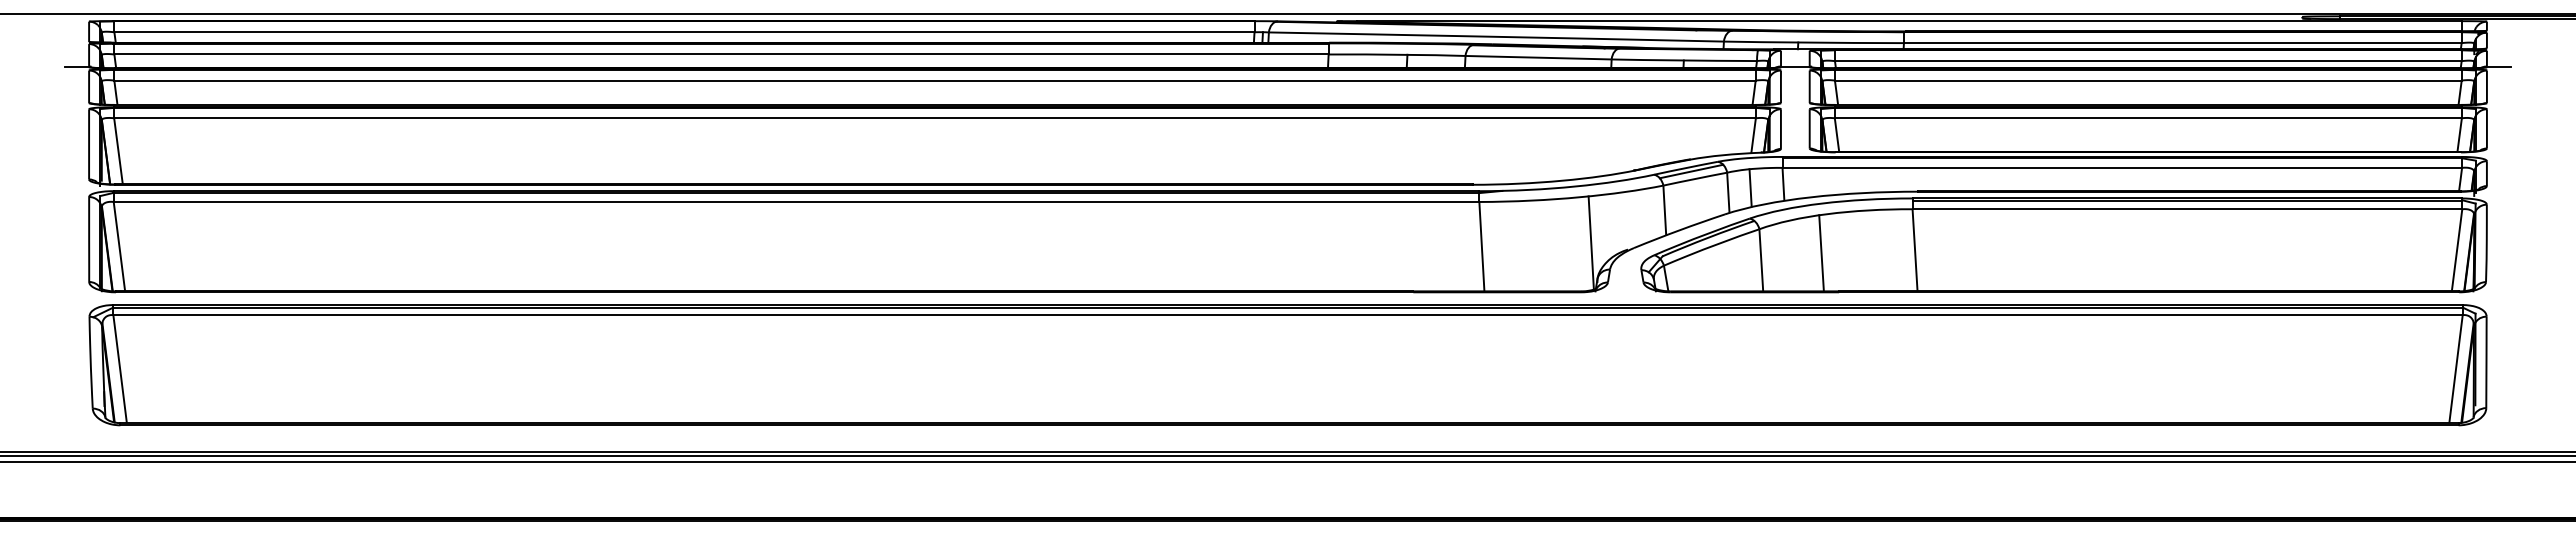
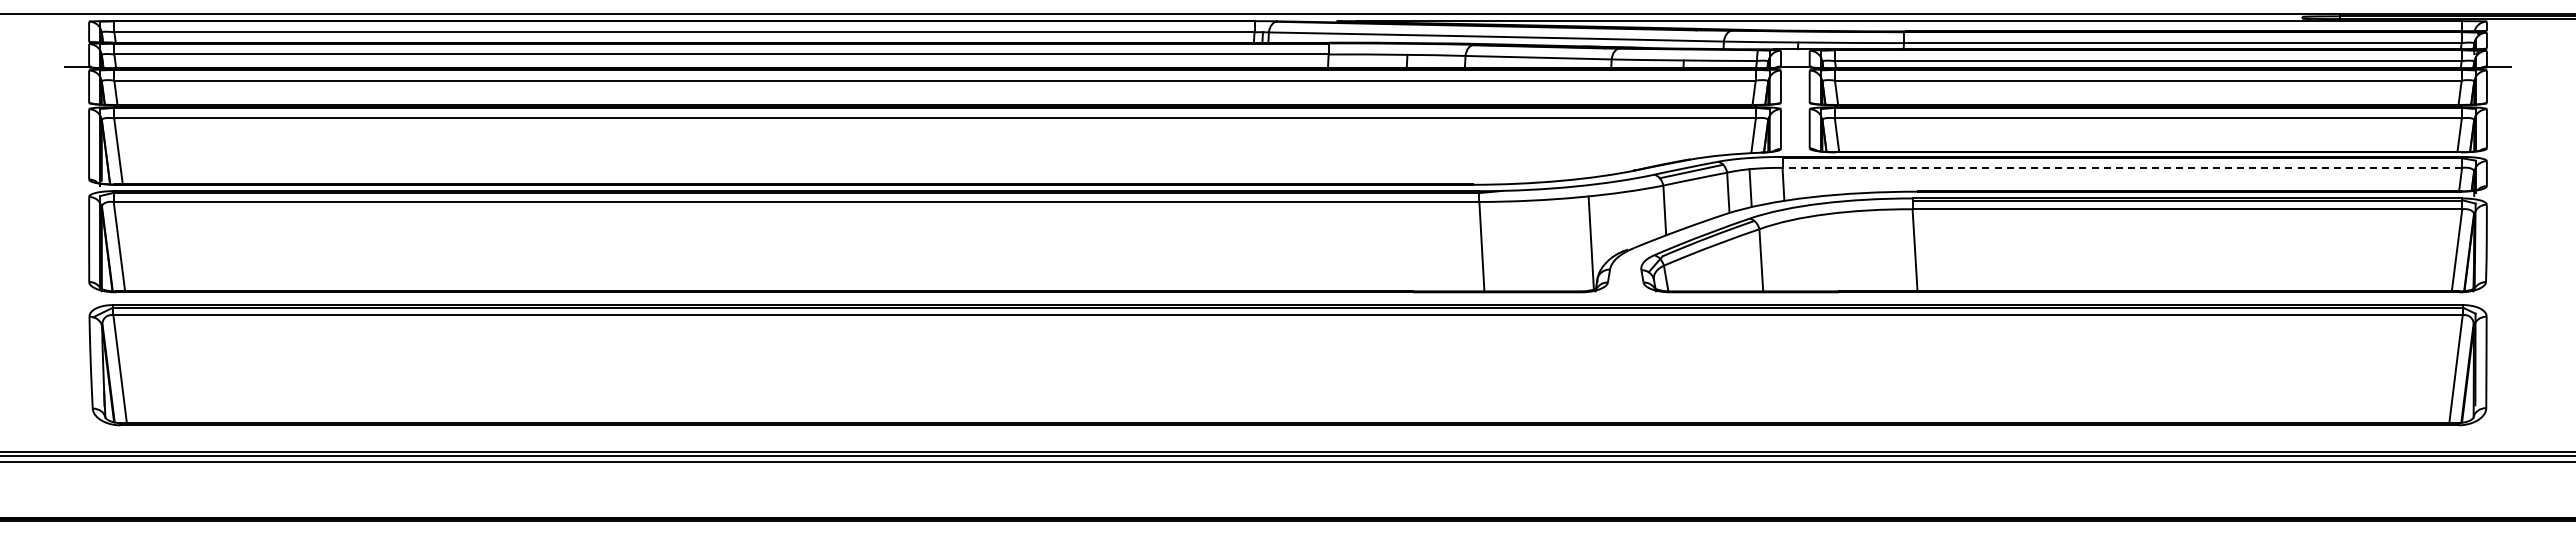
line at (2122, 167): solid -> dashed
line at (1821, 253): present -> none
